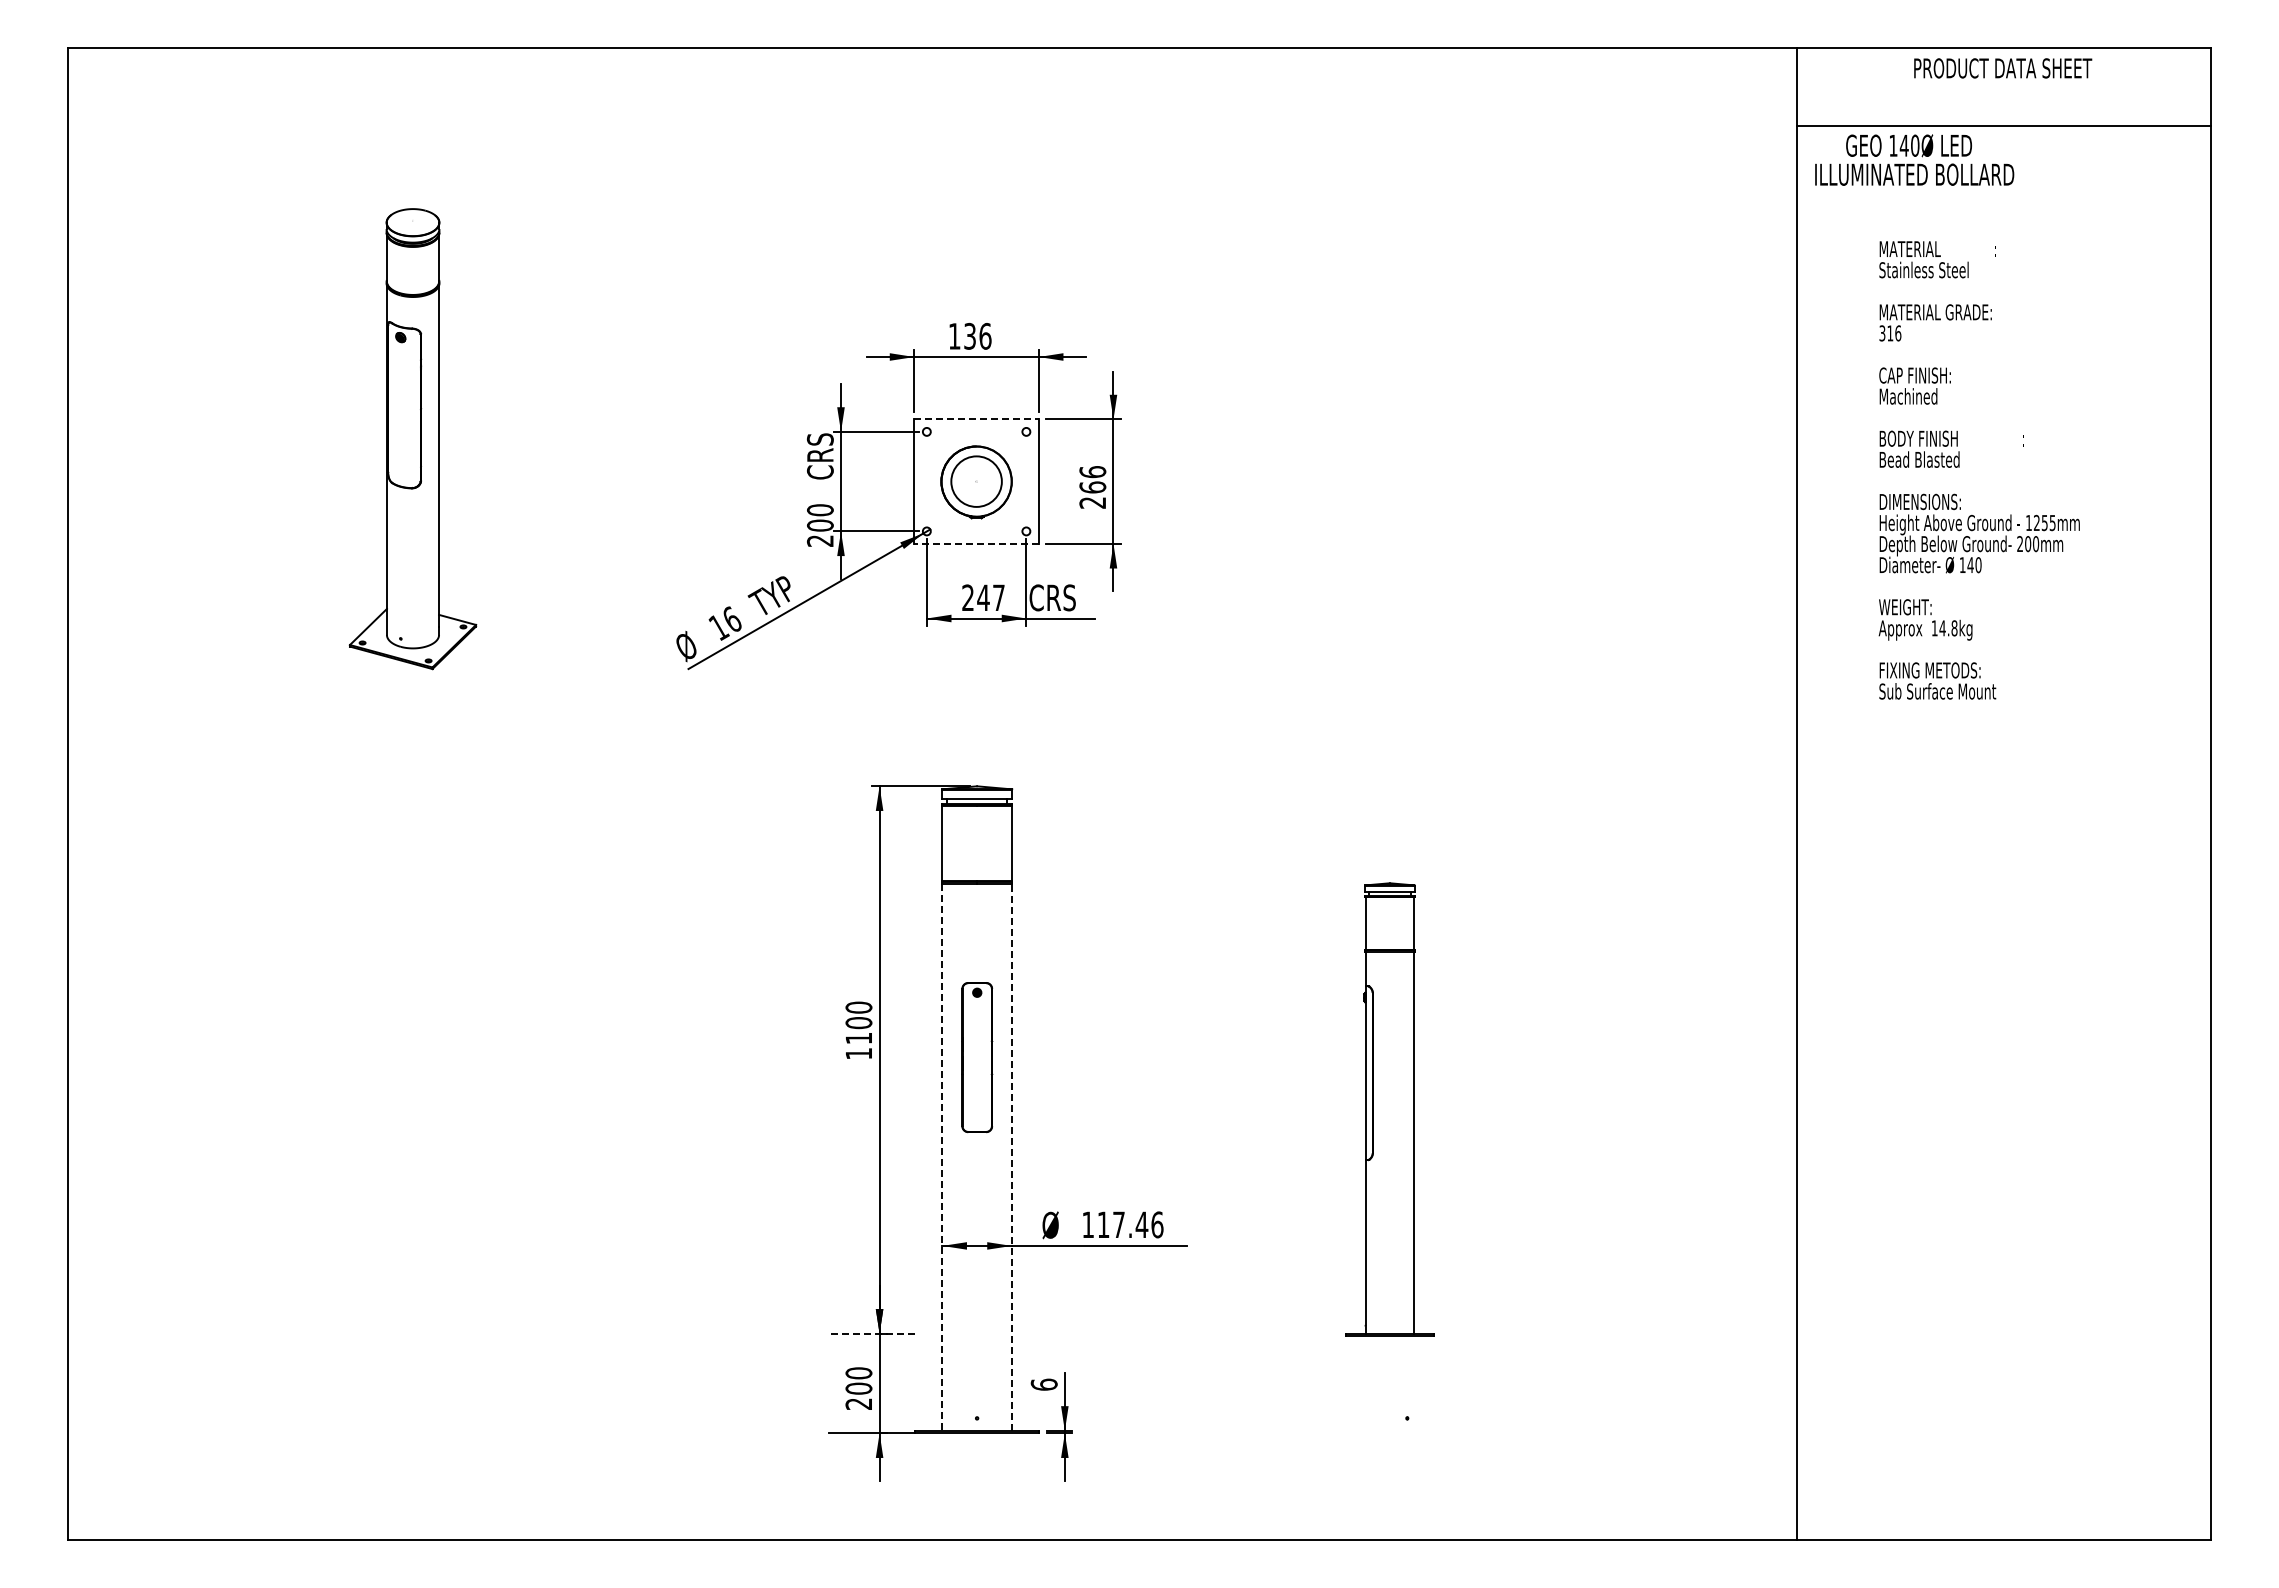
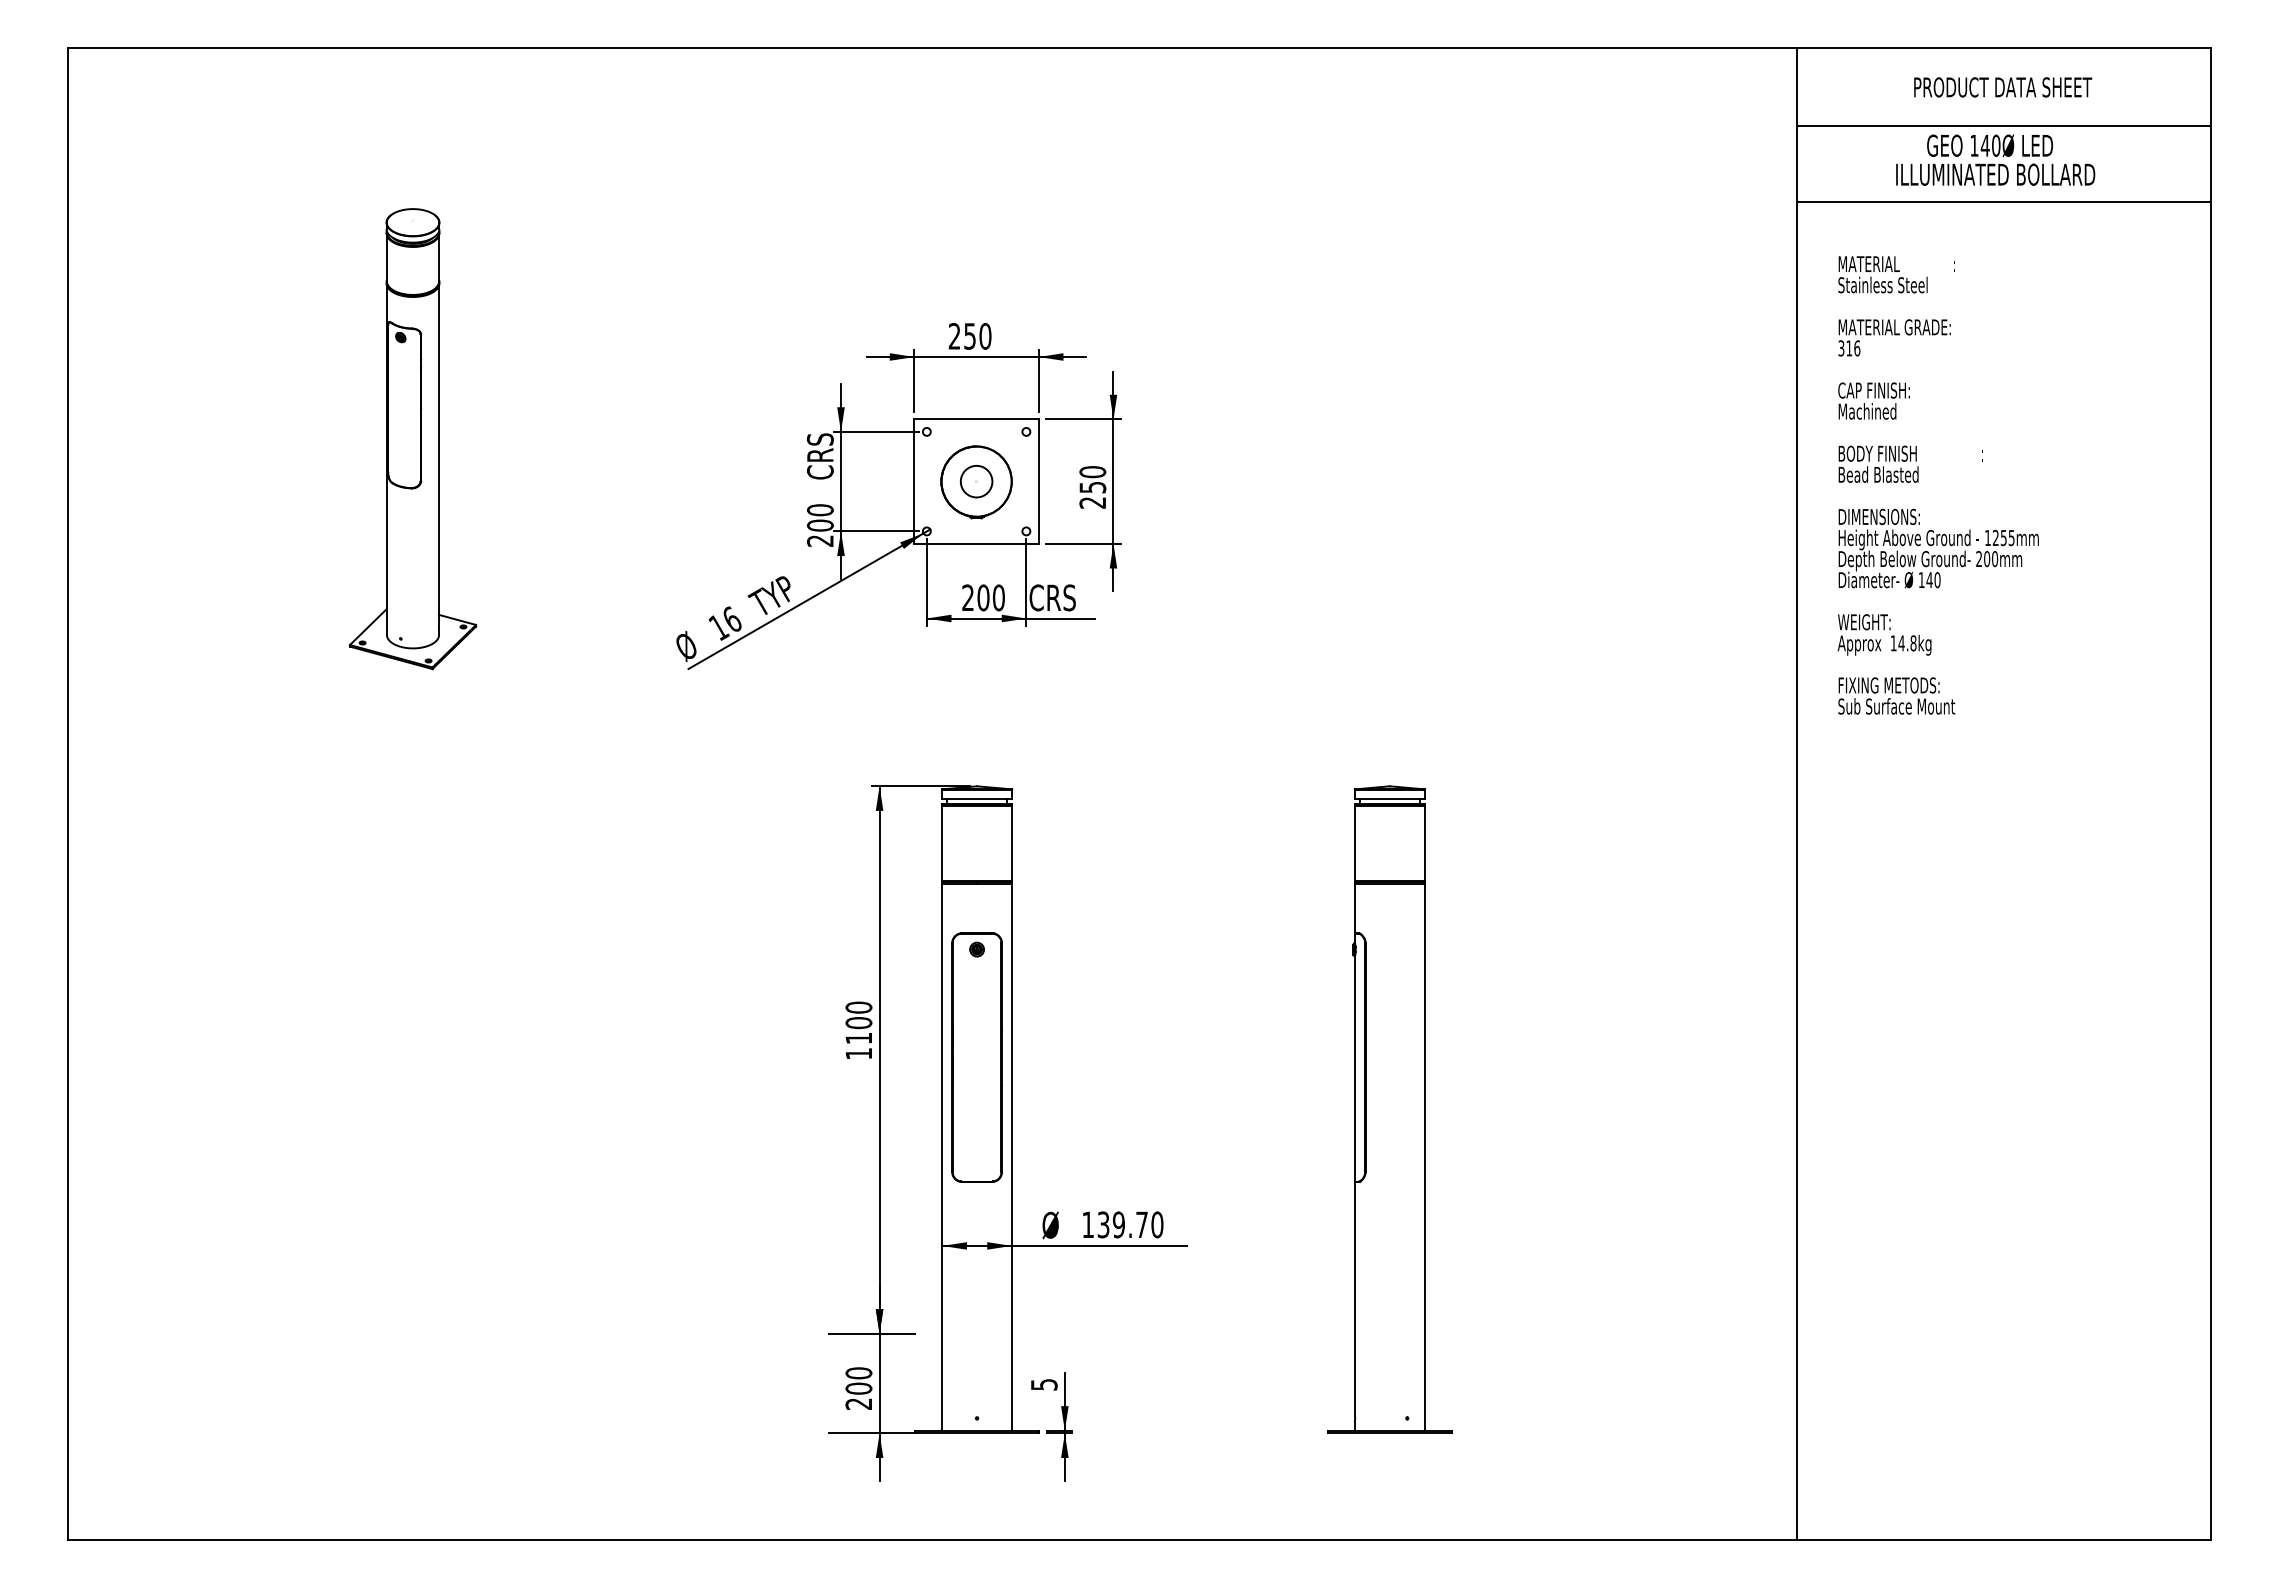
text at (2003, 68) position: (2003, 68) -> (2003, 87)
text at (1914, 159) position: (1914, 159) -> (1995, 159)
line at (2003, 201): none -> present
text at (969, 335): 136 -> 250
line at (977, 419): dashed -> solid
text at (1978, 470) position: (1978, 470) -> (1937, 485)
text at (1092, 479): 266 -> 250
circle at (976, 481) diameter: 51 px -> 32 px
line at (976, 543): dashed -> solid
text at (990, 597): 247 -> 200
part at (977, 1057) size: 33x152 px -> 53x251 px
part at (1389, 1109) size: 90x455 px -> 126x649 px
line at (1011, 1156): dashed -> solid
line at (942, 1157): dashed -> solid
text at (1130, 1224): 117.46 -> 139.70
line at (872, 1333): dashed -> solid
text at (1043, 1384): 6 -> 5
